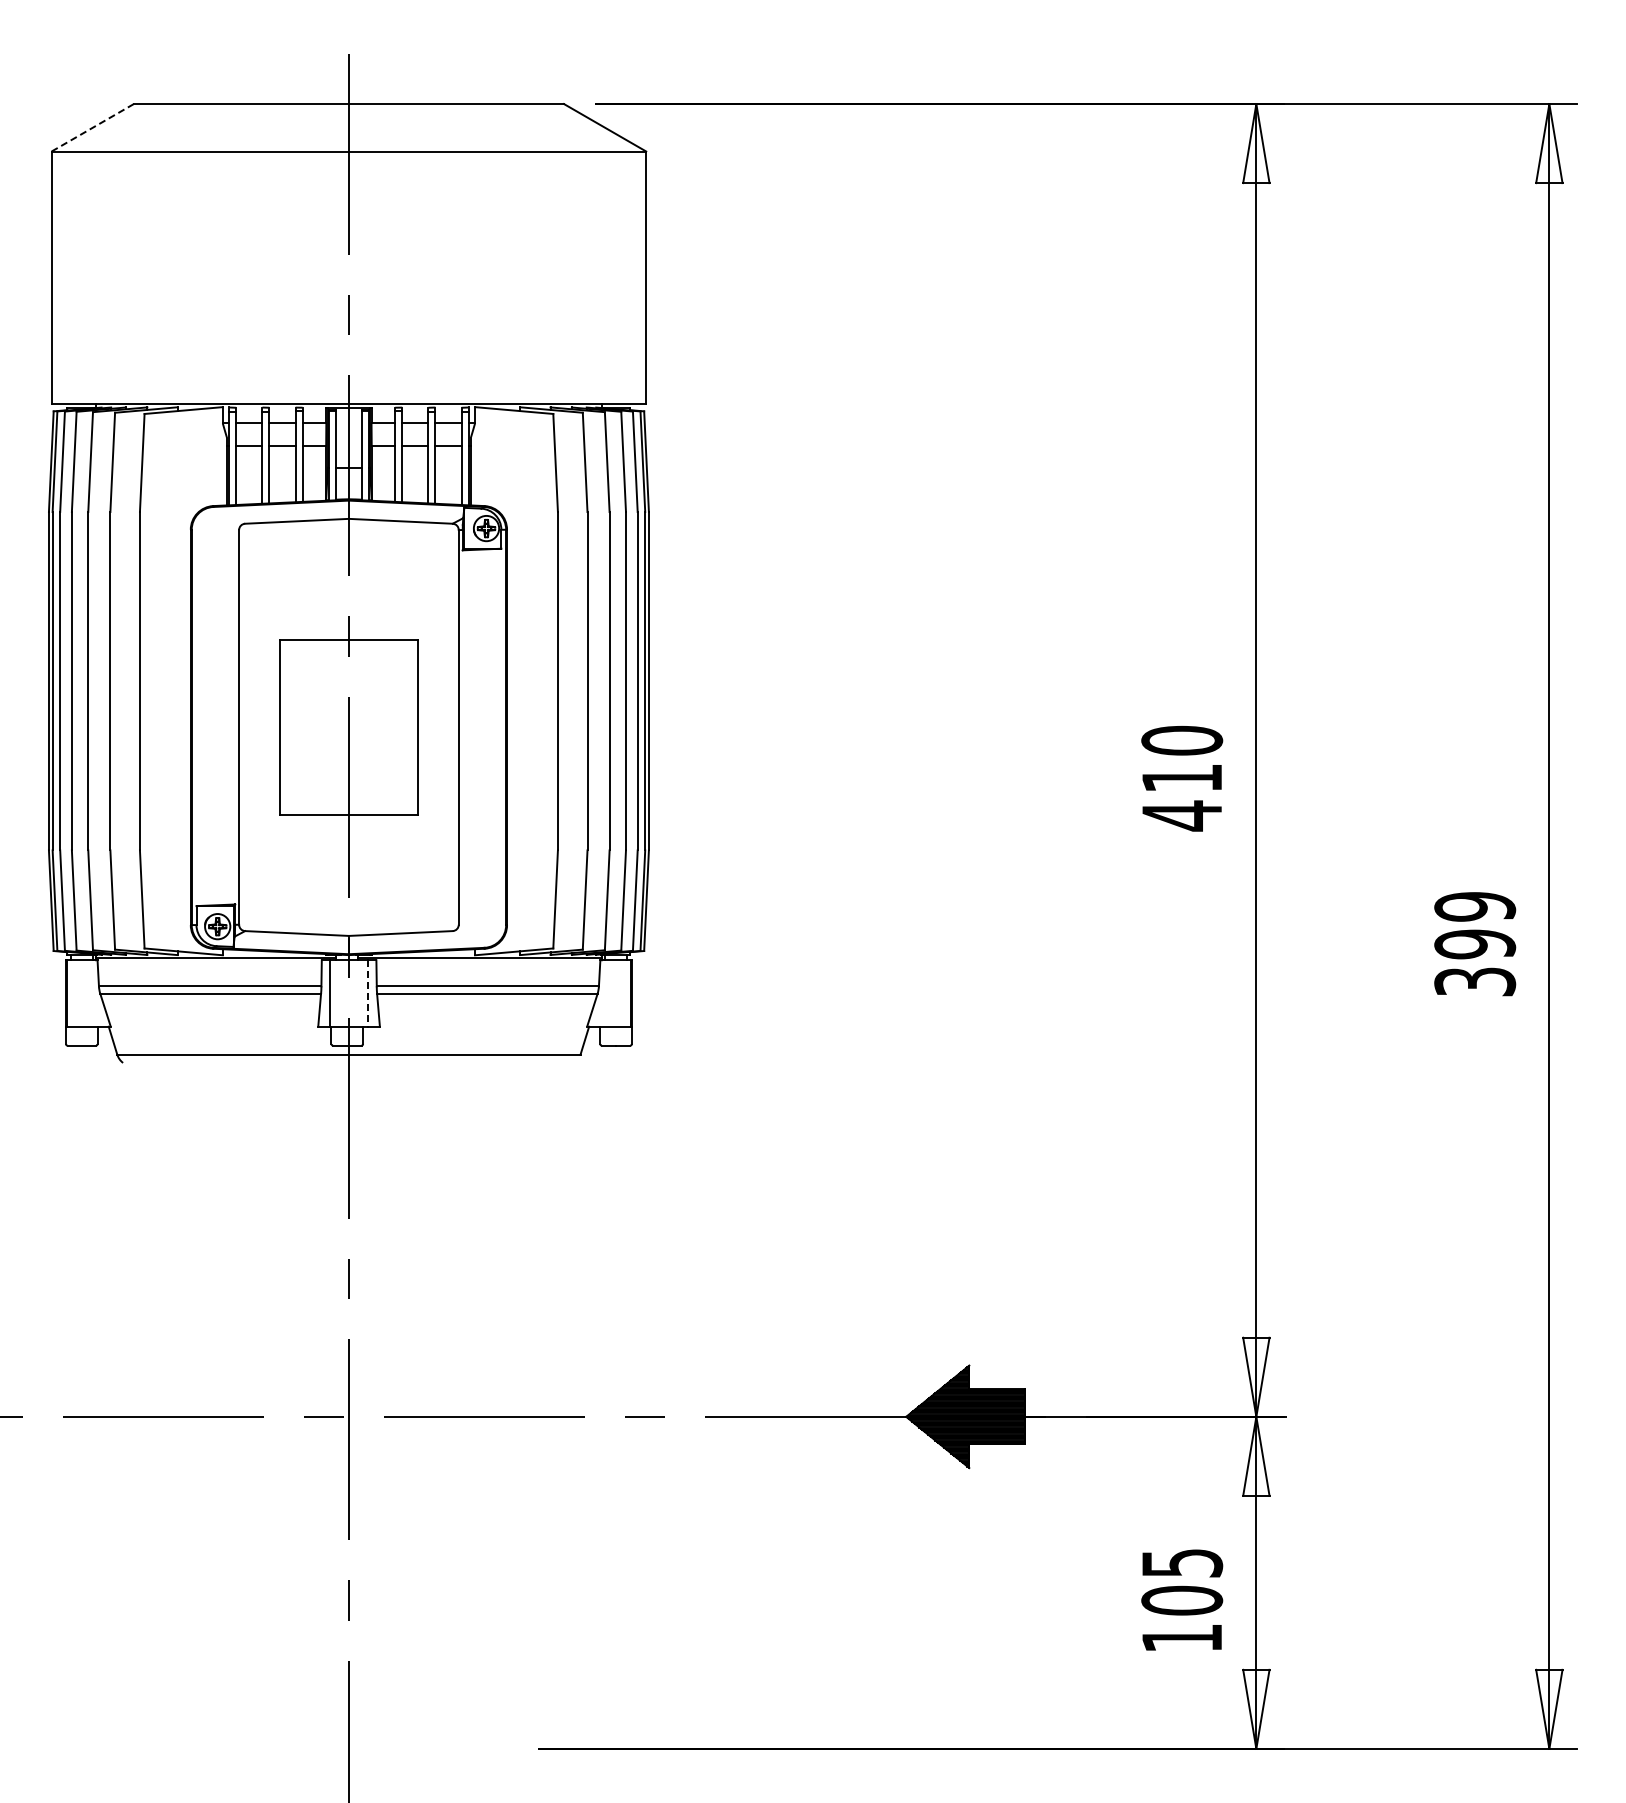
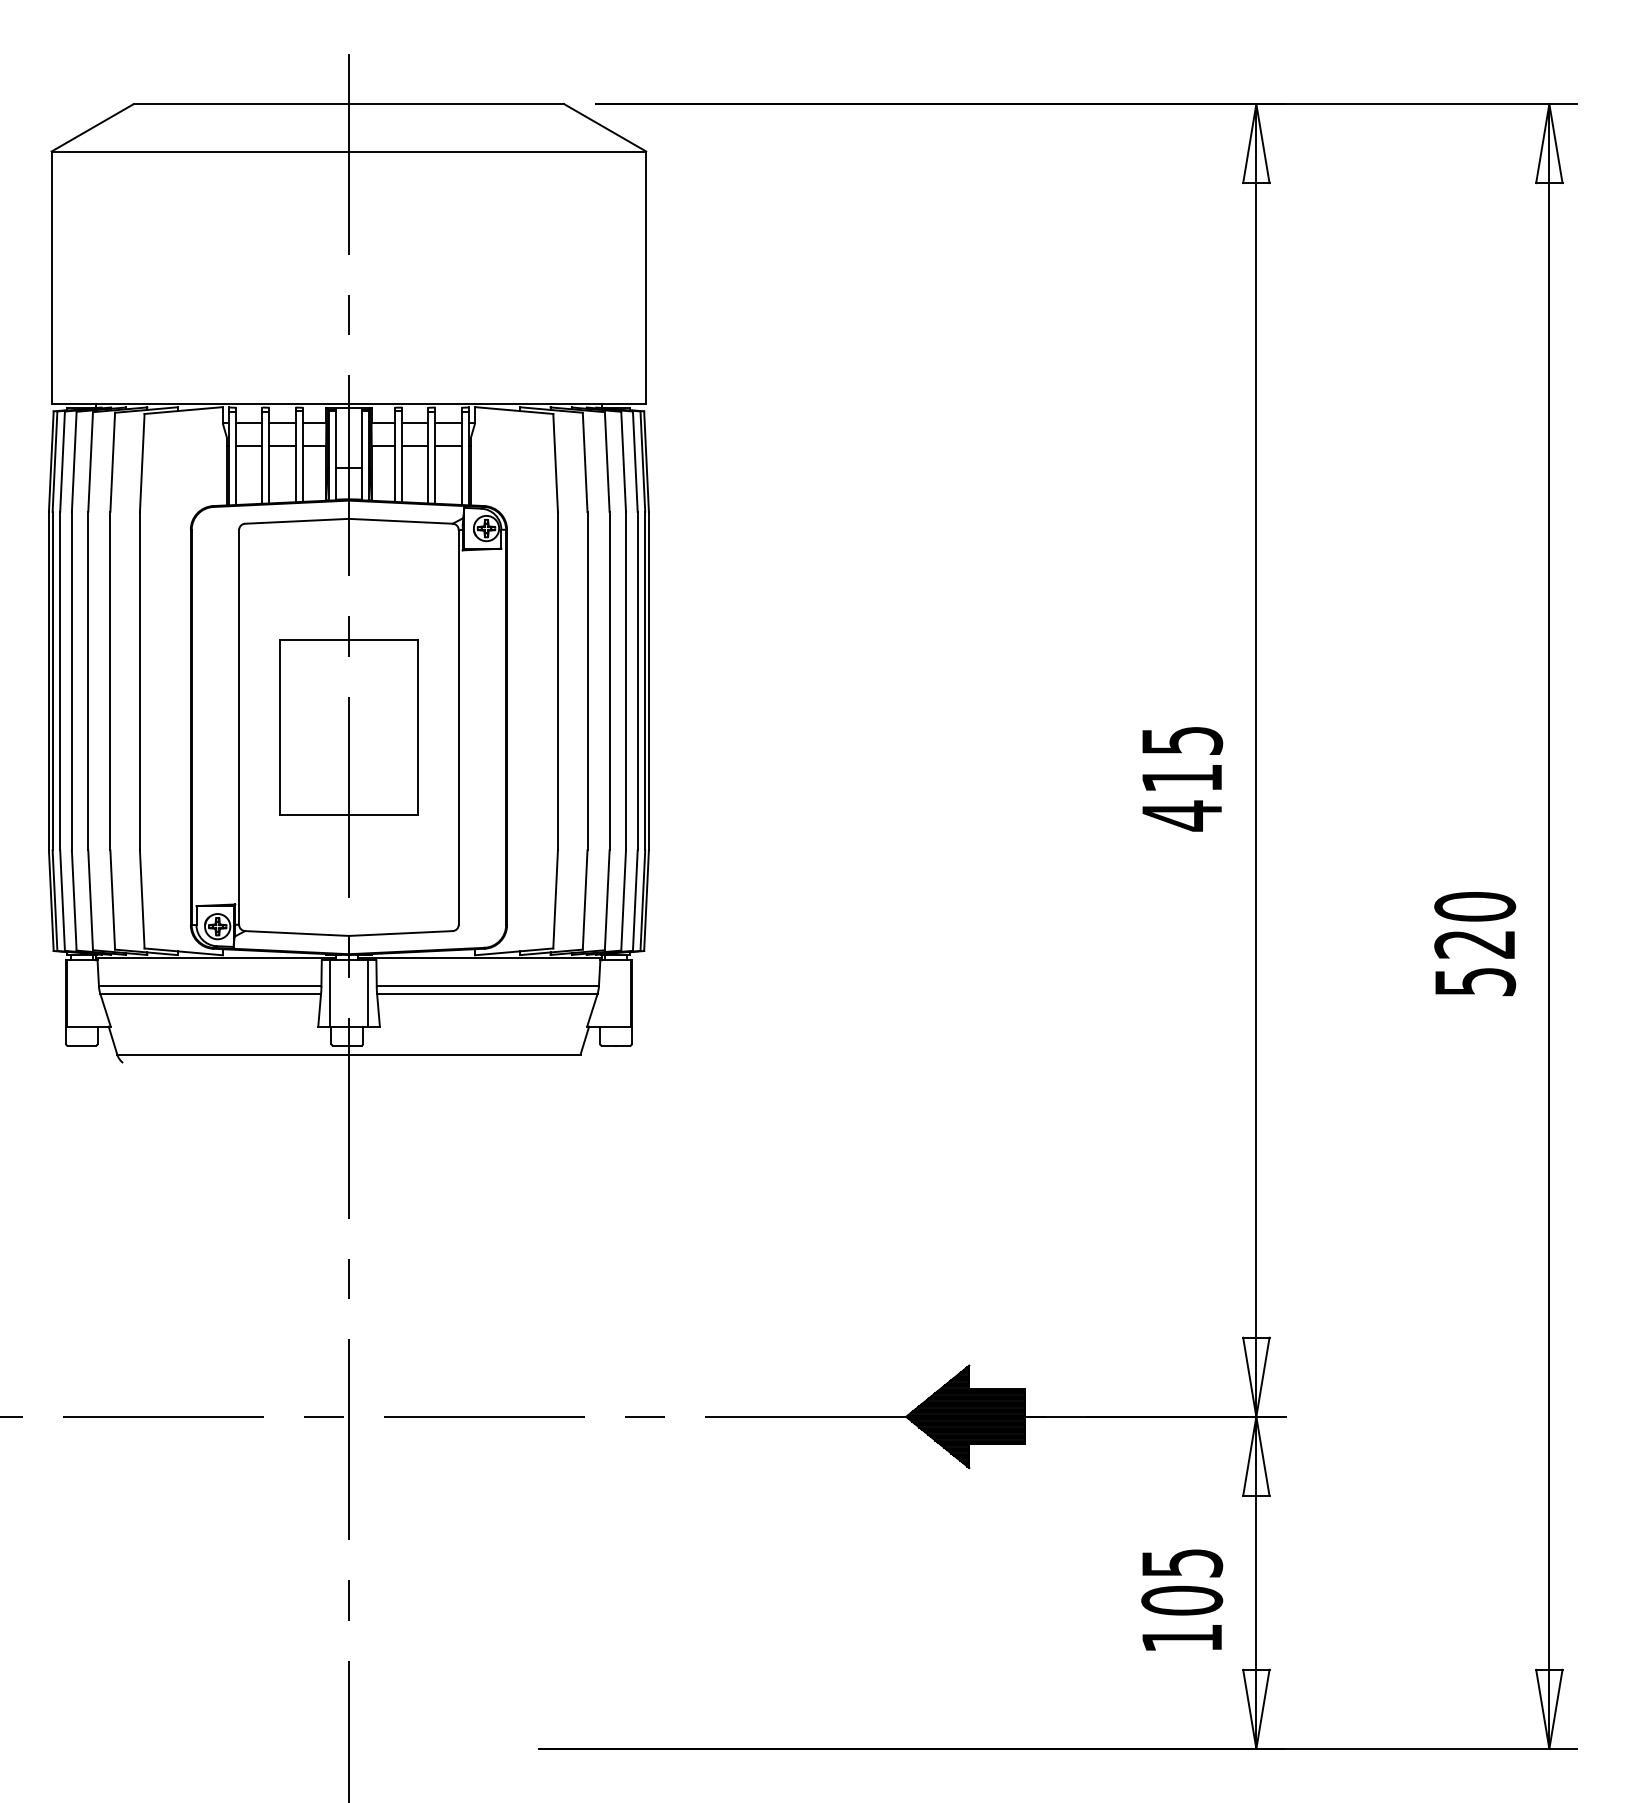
line at (93, 127): dashed -> solid
text at (1182, 740): 410 -> 415
text at (1475, 943): 399 -> 520
line at (368, 993): dashed -> solid
